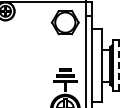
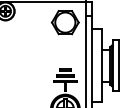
line at (119, 65): dashed -> solid
